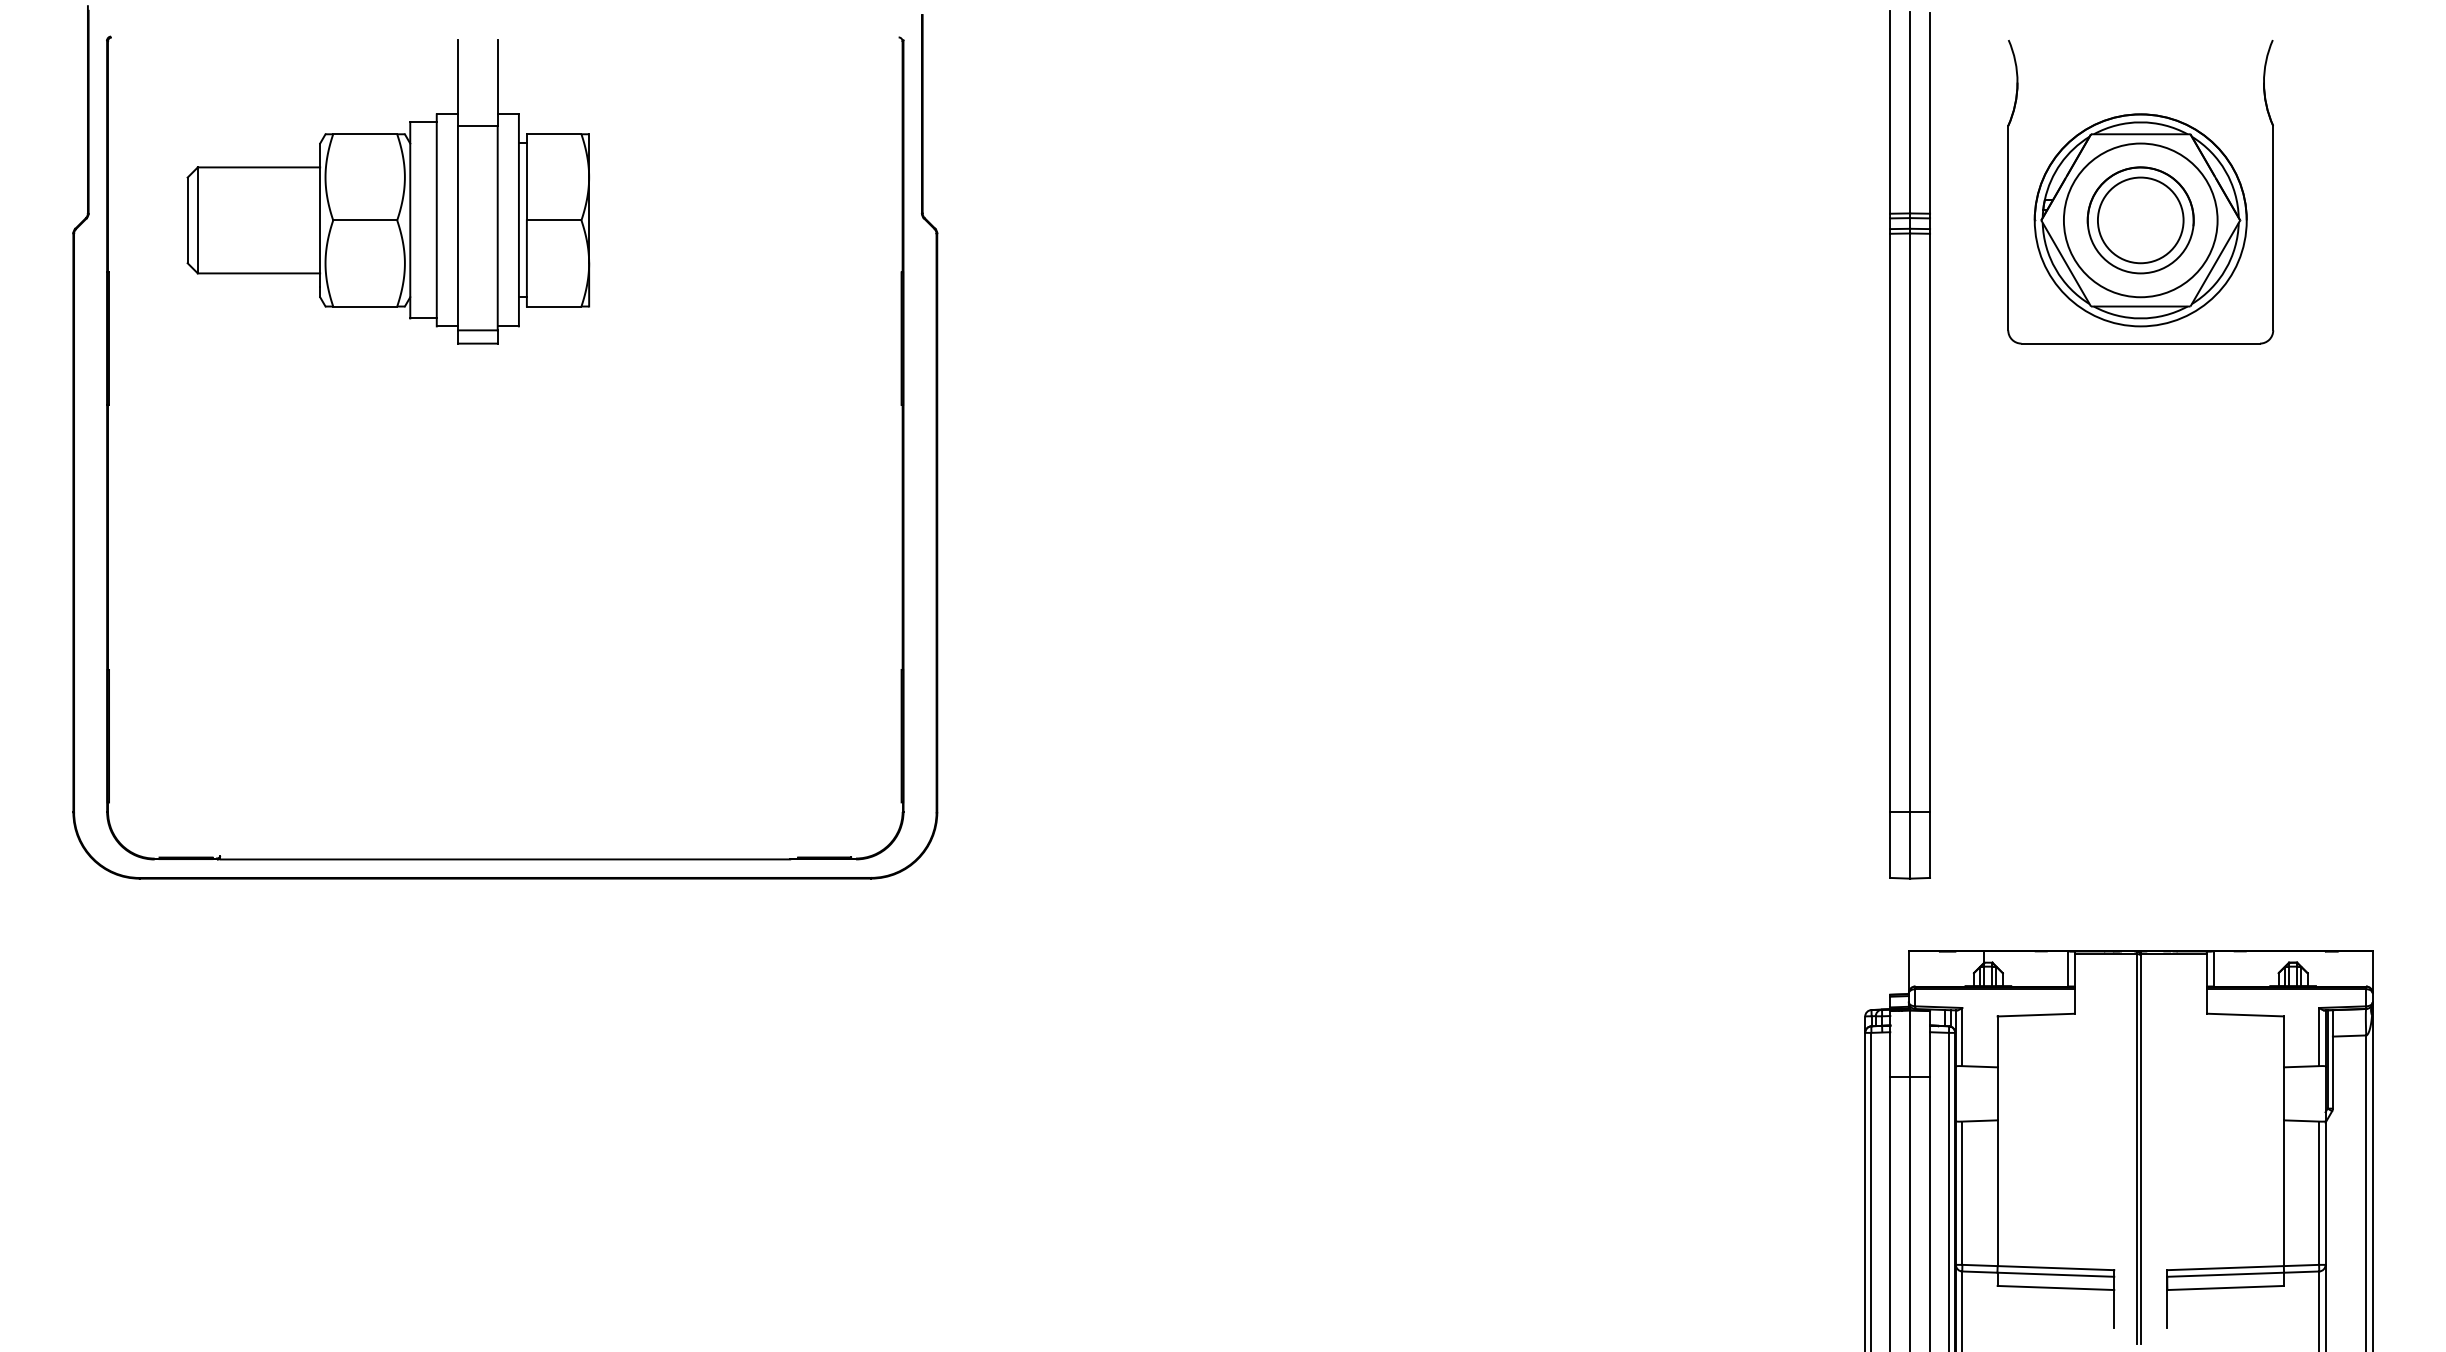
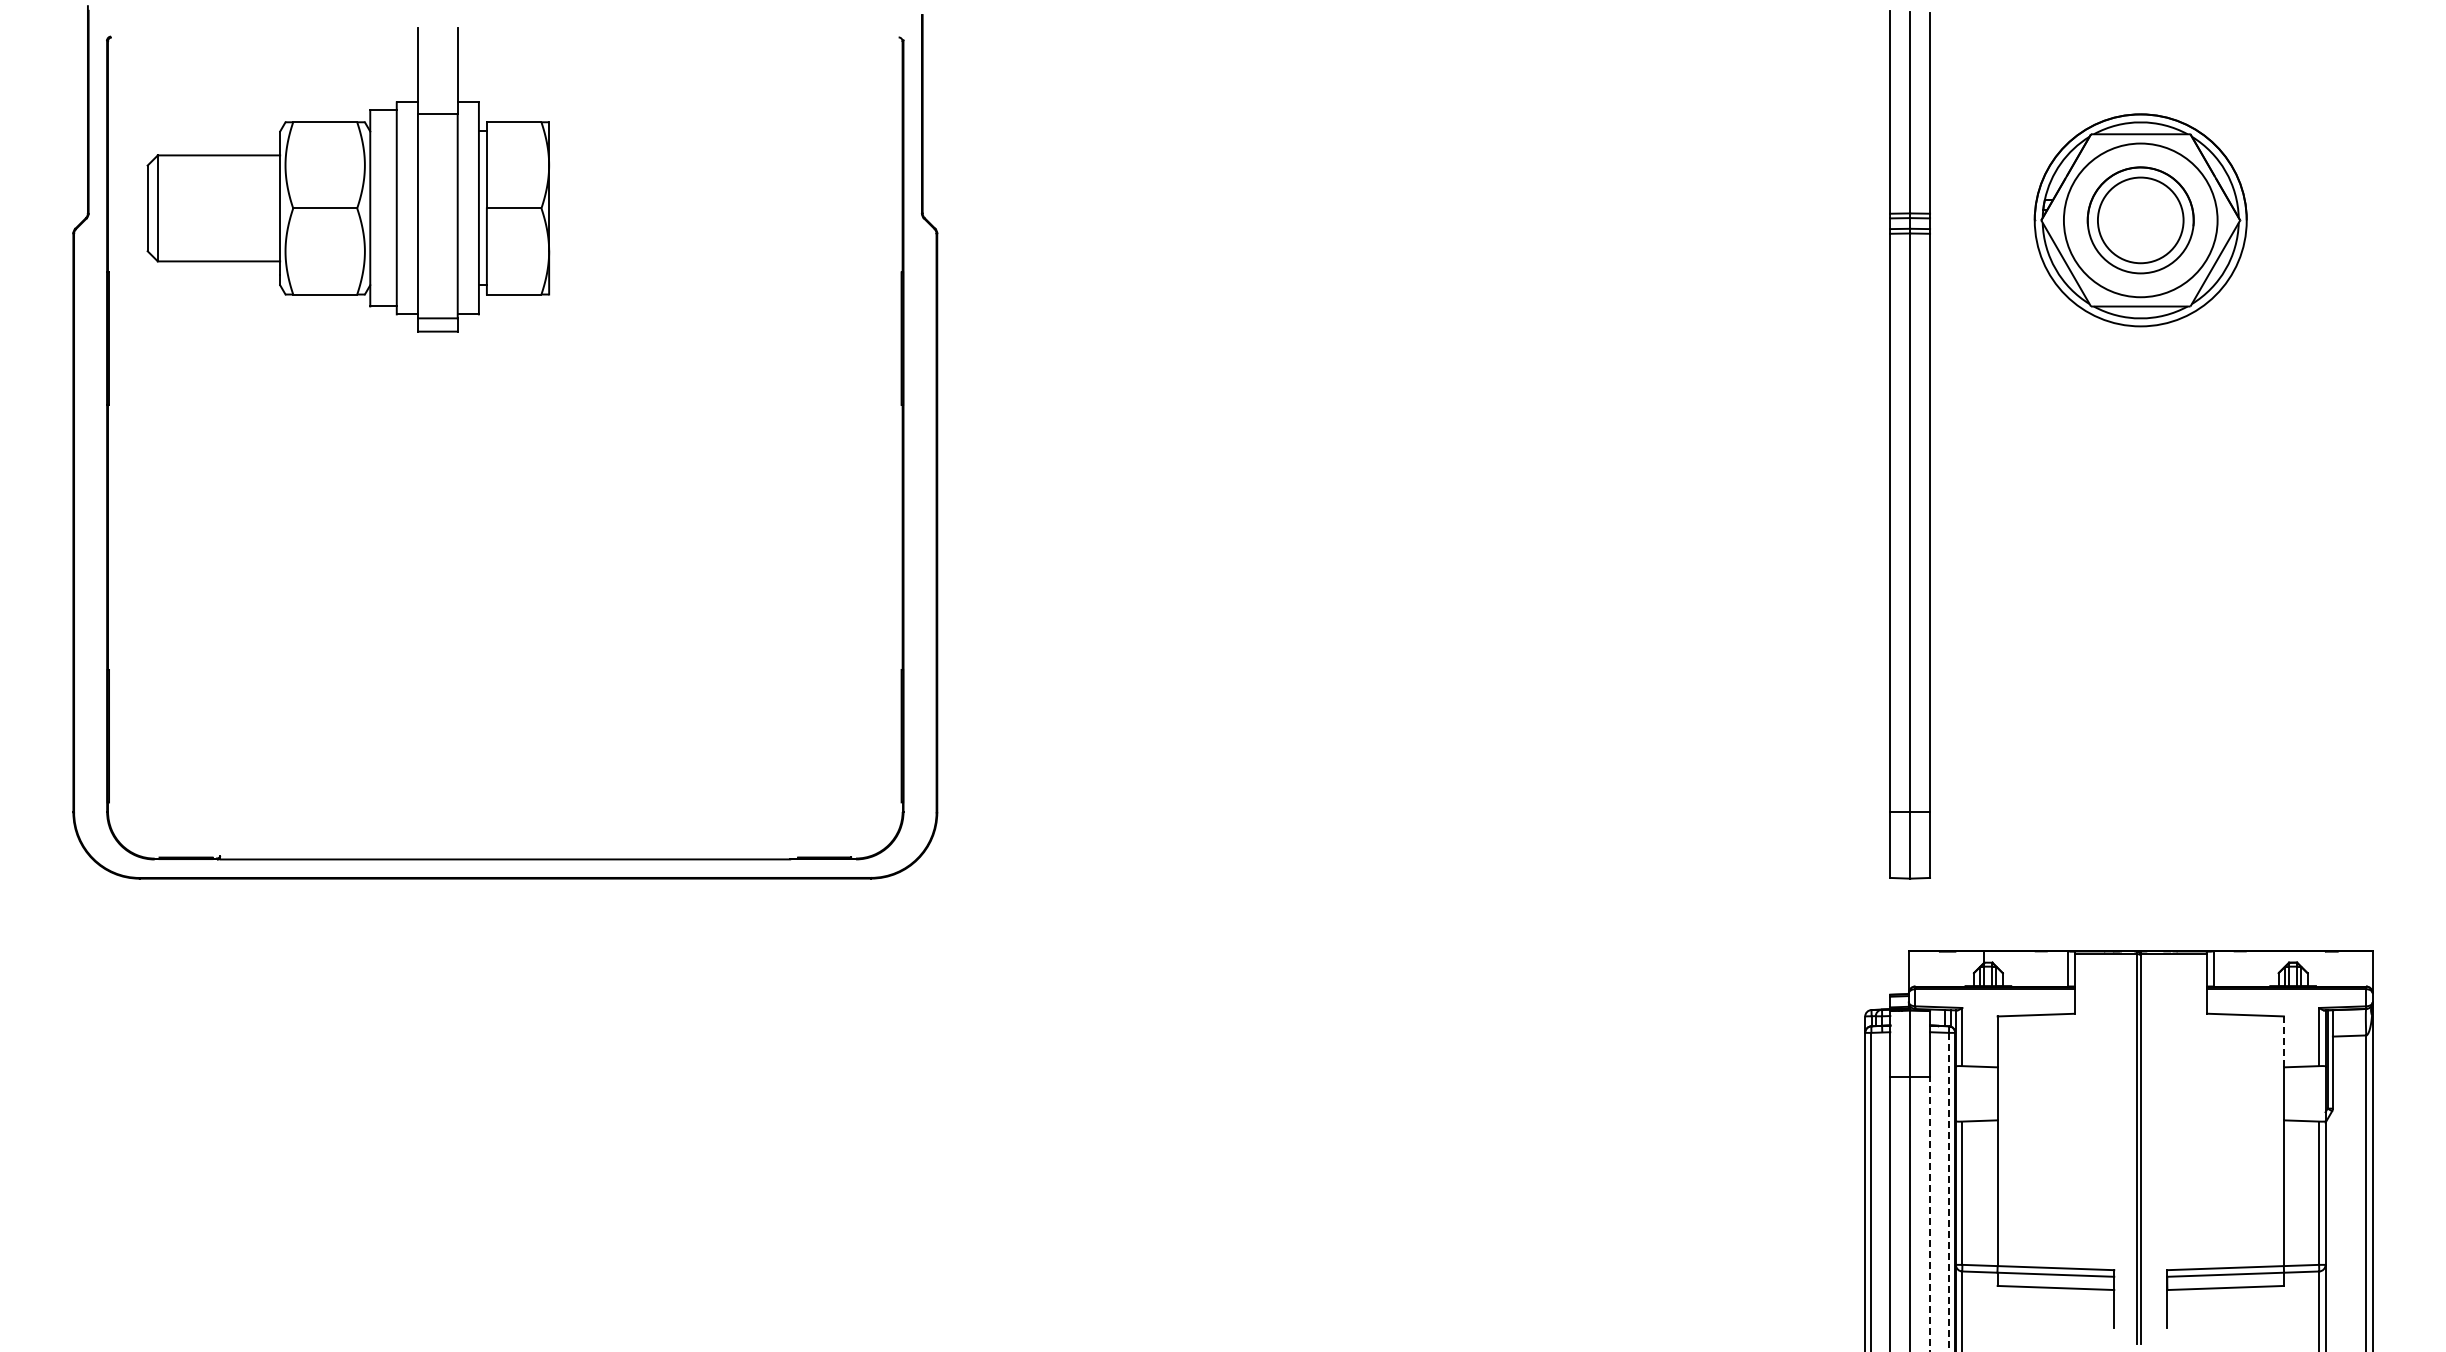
part at (388, 191) position: (388, 191) -> (348, 179)
part at (2008, 191): present -> none
line at (2283, 1041): solid -> dashed
line at (1948, 1192): solid -> dashed
line at (1930, 1213): solid -> dashed
